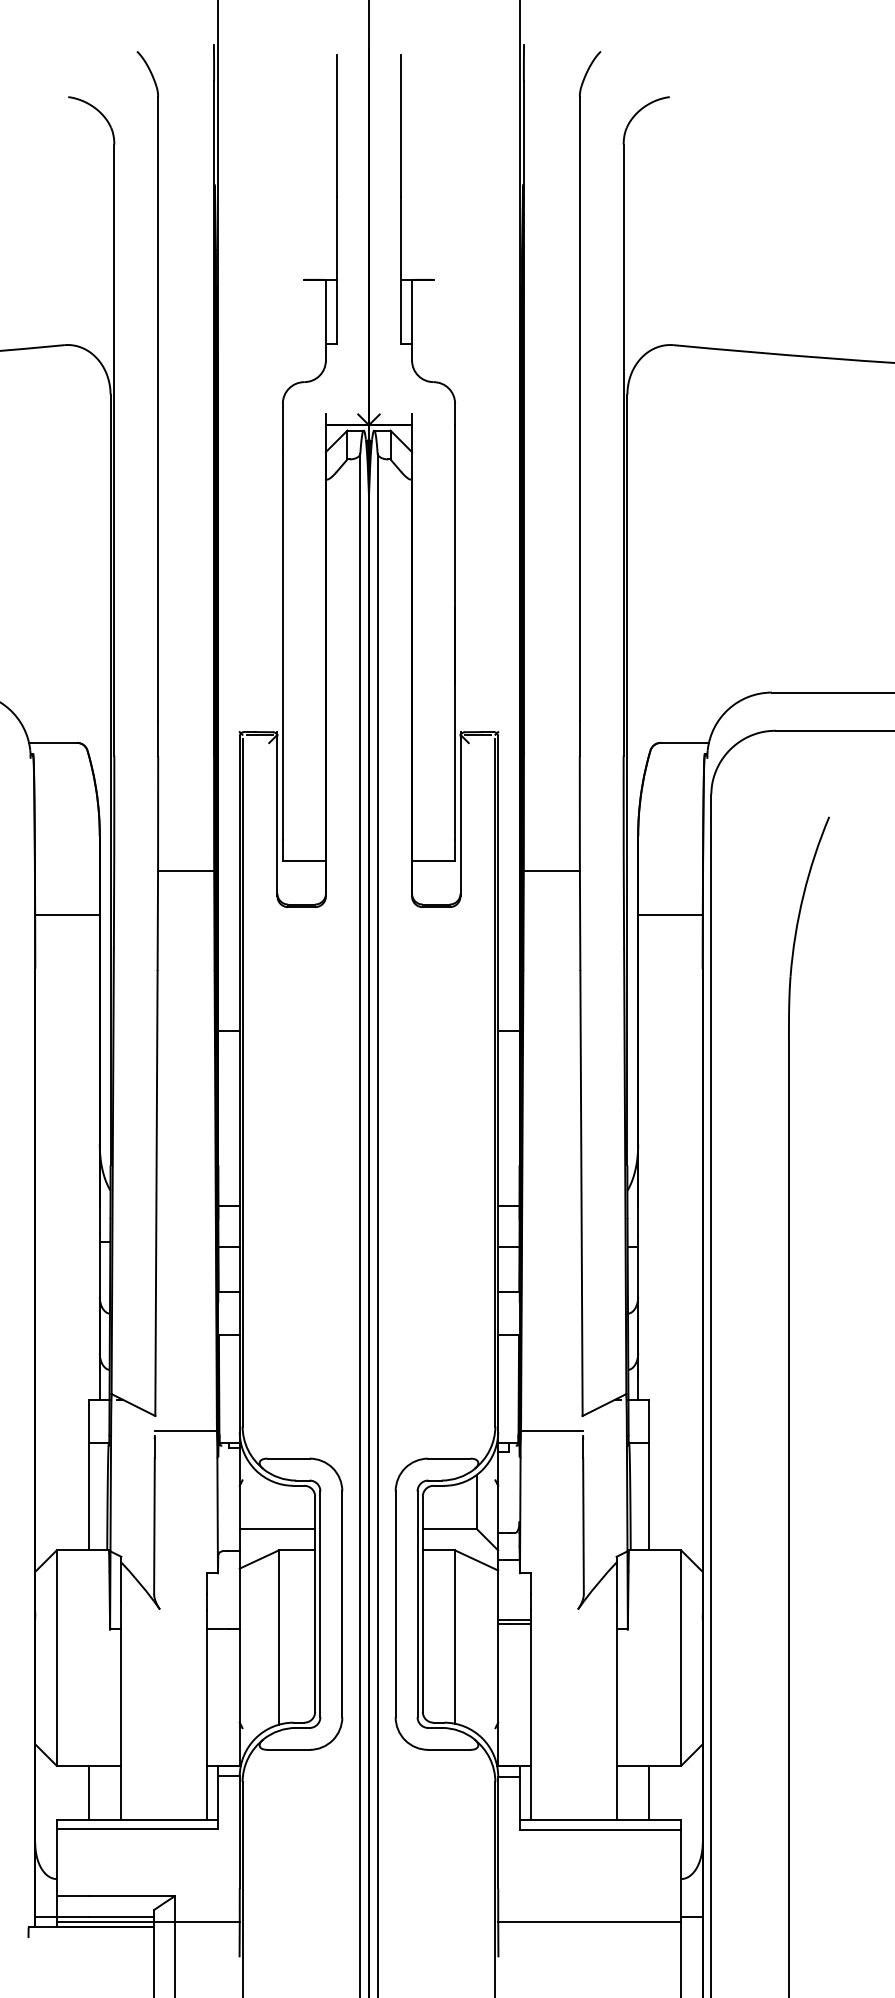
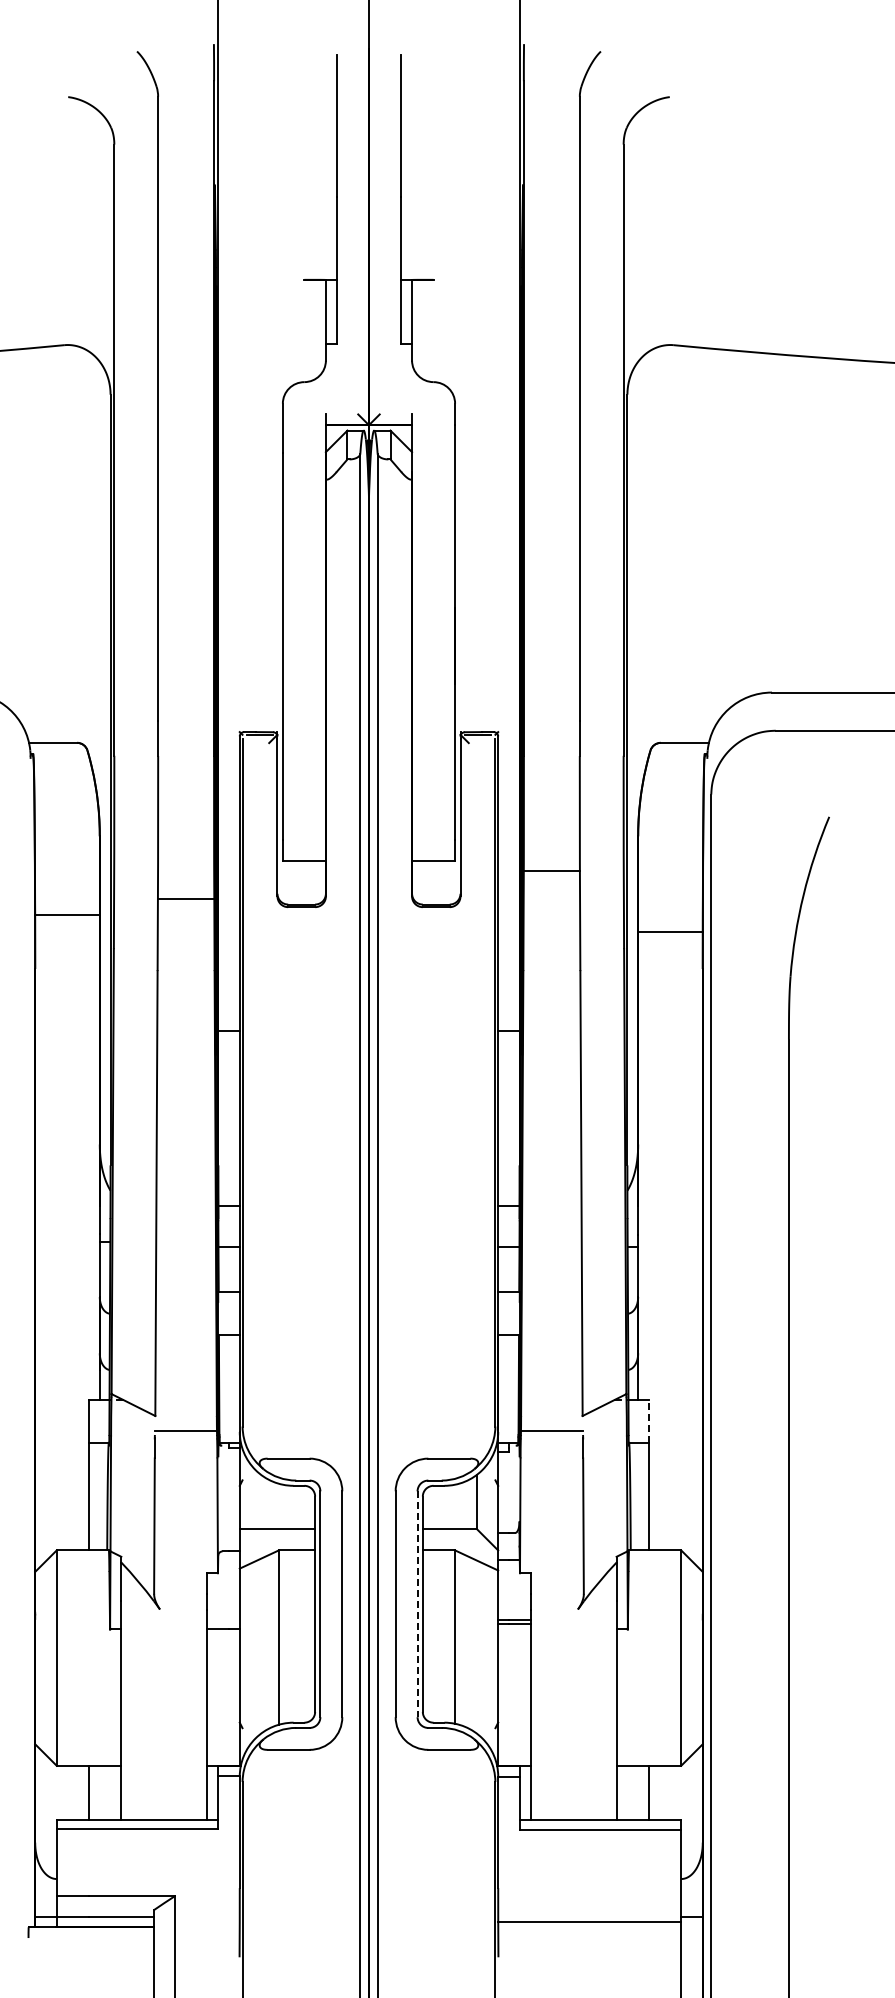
line at (185, 871) position: (185, 871) -> (185, 899)
line at (670, 915) position: (670, 915) -> (670, 932)
line at (648, 1421): solid -> dashed
line at (417, 1604): solid -> dashed
line at (147, 1921): present -> none
